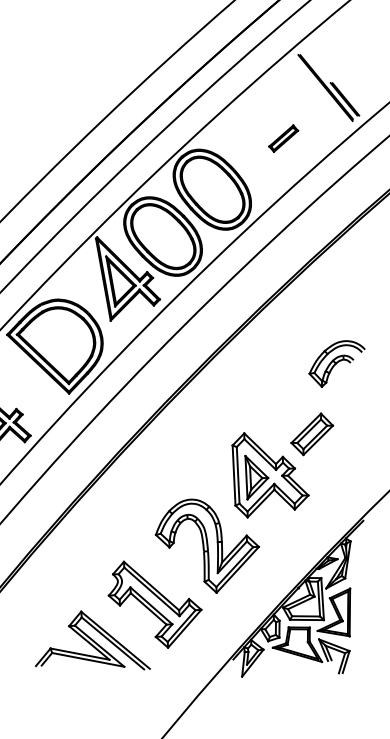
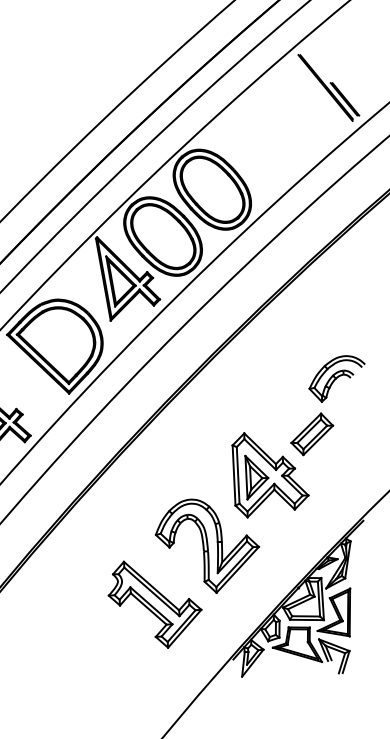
part at (283, 138): present -> none
part at (336, 363) position: (336, 363) -> (336, 378)
part at (92, 640): present -> none
